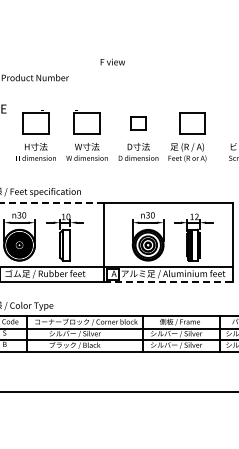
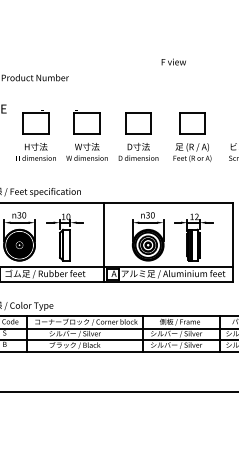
text at (112, 61) position: (112, 61) -> (173, 61)
part at (138, 123) size: 17x15 px -> 27x23 px
text at (187, 152) position: (187, 152) -> (192, 152)
line at (52, 202): dashed -> solid
line at (169, 282): dashed -> solid
